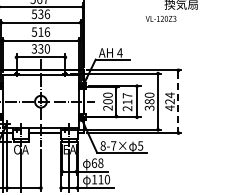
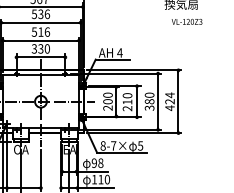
text at (160, 18) position: (160, 18) -> (186, 21)
text at (127, 95): 217 -> 210
line at (178, 101): dashed -> solid
text at (94, 162): 68 -> 98
